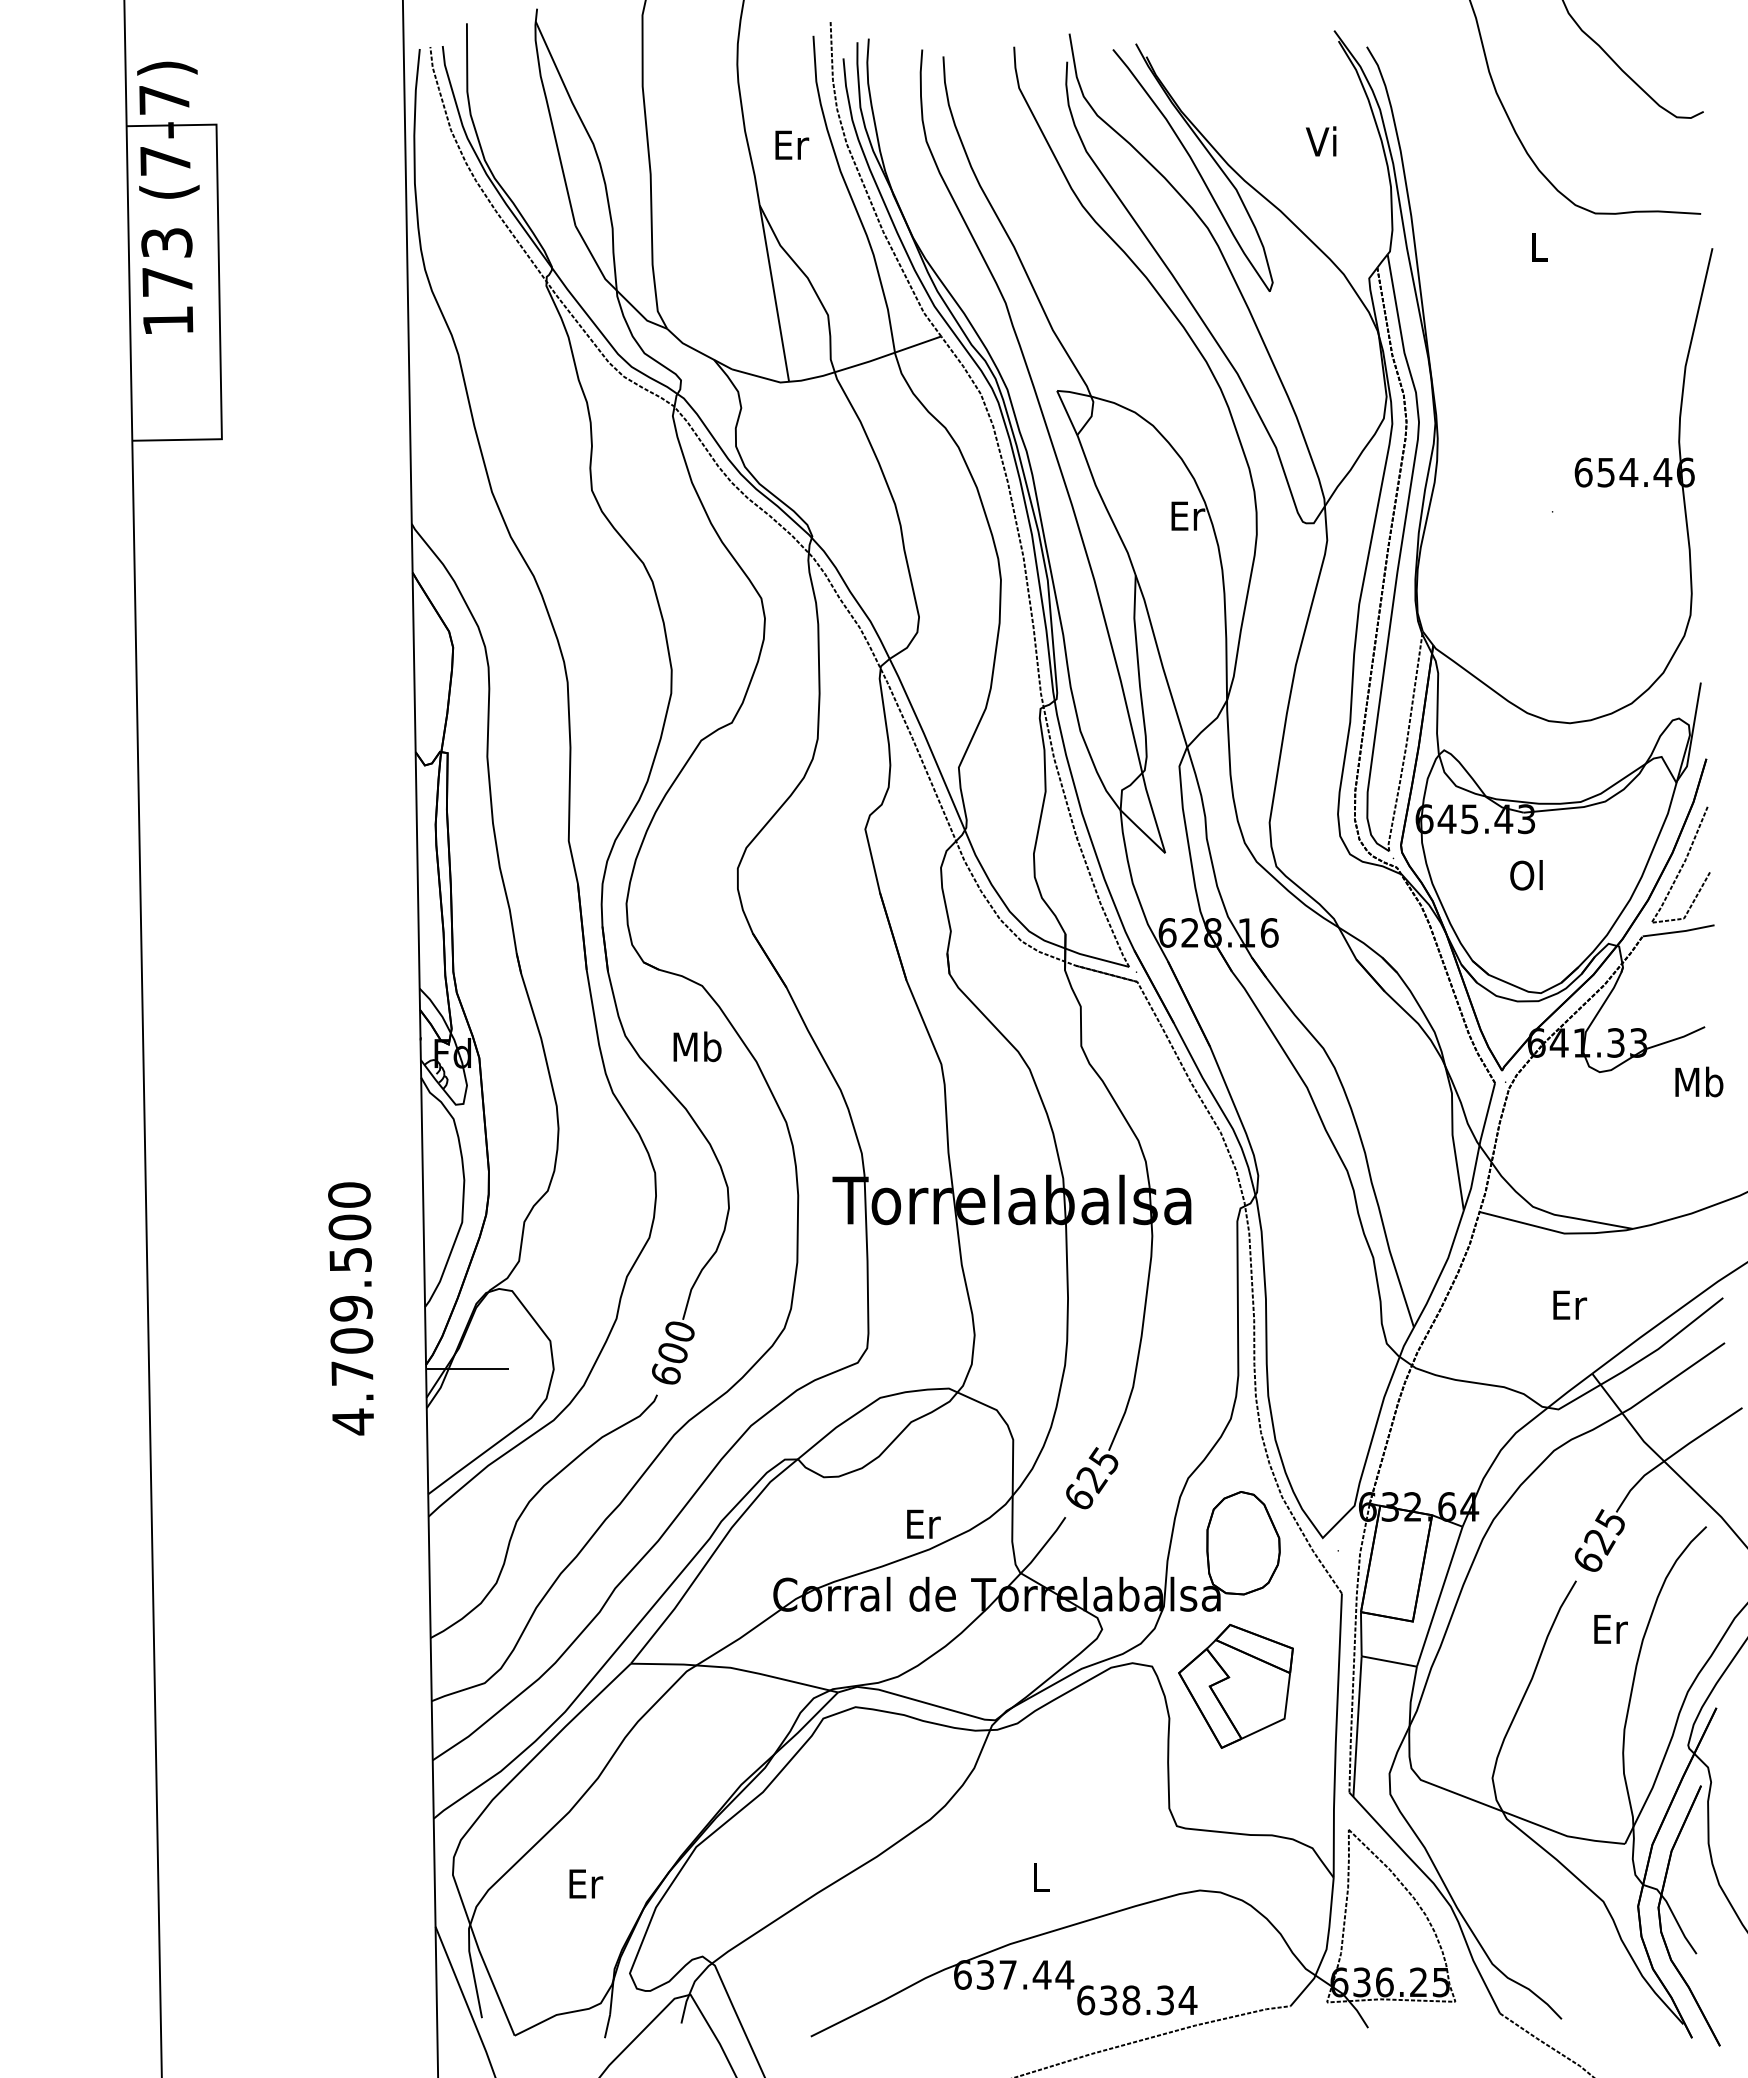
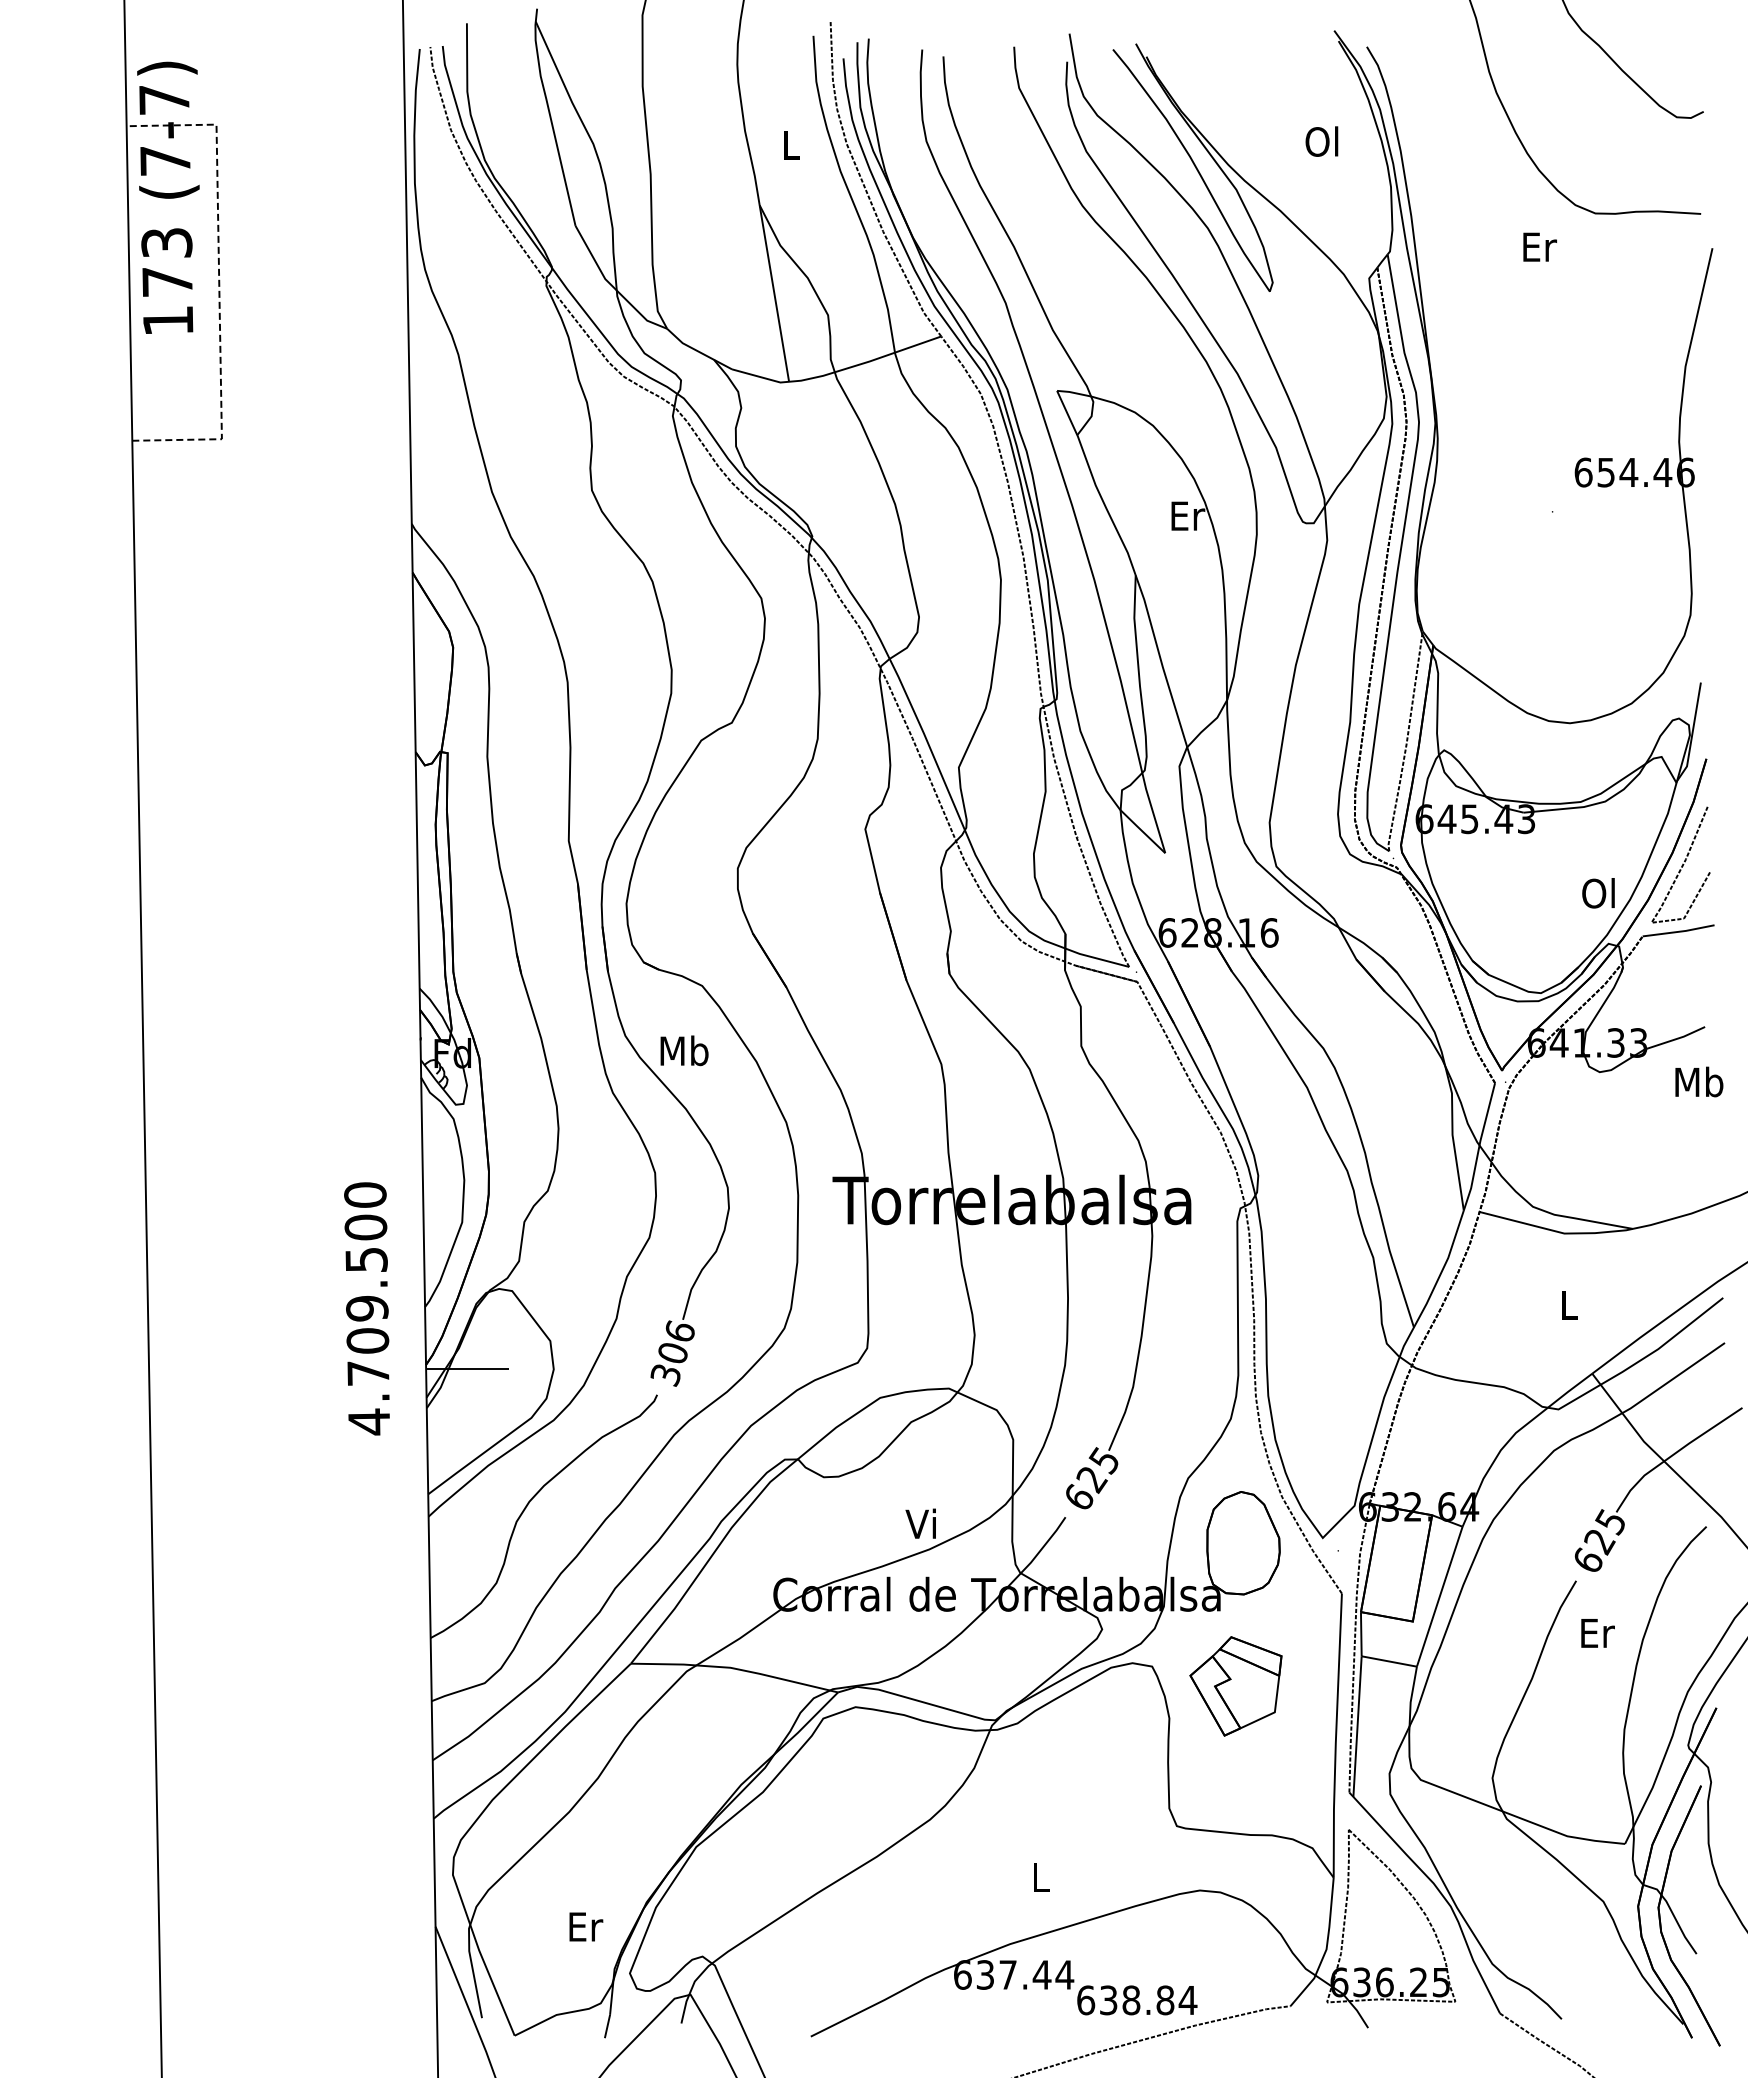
text at (1321, 141): Vi -> Ol
text at (792, 144): Er -> L
text at (1540, 246): L -> Er
line at (219, 281): solid -> dashed
text at (1526, 875) position: (1526, 875) -> (1598, 893)
text at (697, 1046) position: (697, 1046) -> (684, 1050)
text at (1570, 1304): Er -> L
text at (350, 1308) position: (350, 1308) -> (366, 1308)
text at (672, 1353): 600 -> 306
text at (922, 1523): Er -> Vi
text at (1610, 1629) position: (1610, 1629) -> (1597, 1633)
part at (1235, 1686) size: 116x125 px -> 94x101 px
text at (586, 1883) position: (586, 1883) -> (586, 1926)
text at (1165, 2000): 638.34 -> 638.84
